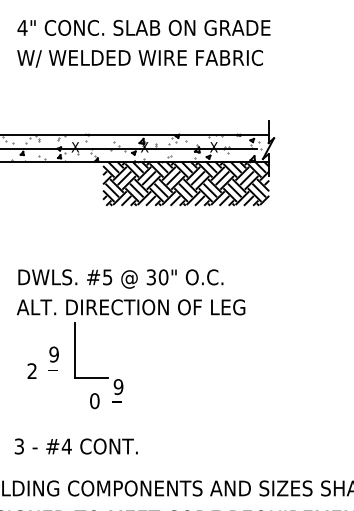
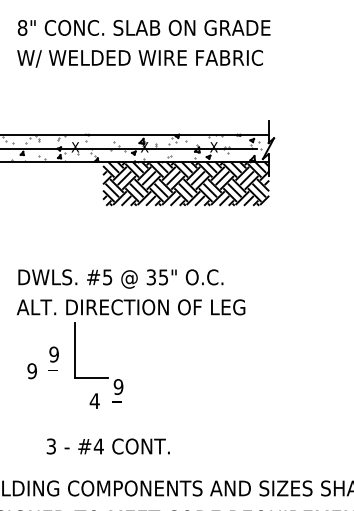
text at (22, 27): 4" -> 8"
text at (163, 277): 30" -> 35"
text at (31, 371): 2 -> 9
text at (94, 401): 0 -> 4
text at (75, 446) position: (75, 446) -> (107, 446)
